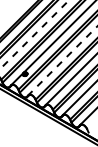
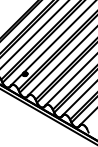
line at (34, 35): dashed -> solid
line at (62, 60): dashed -> solid
